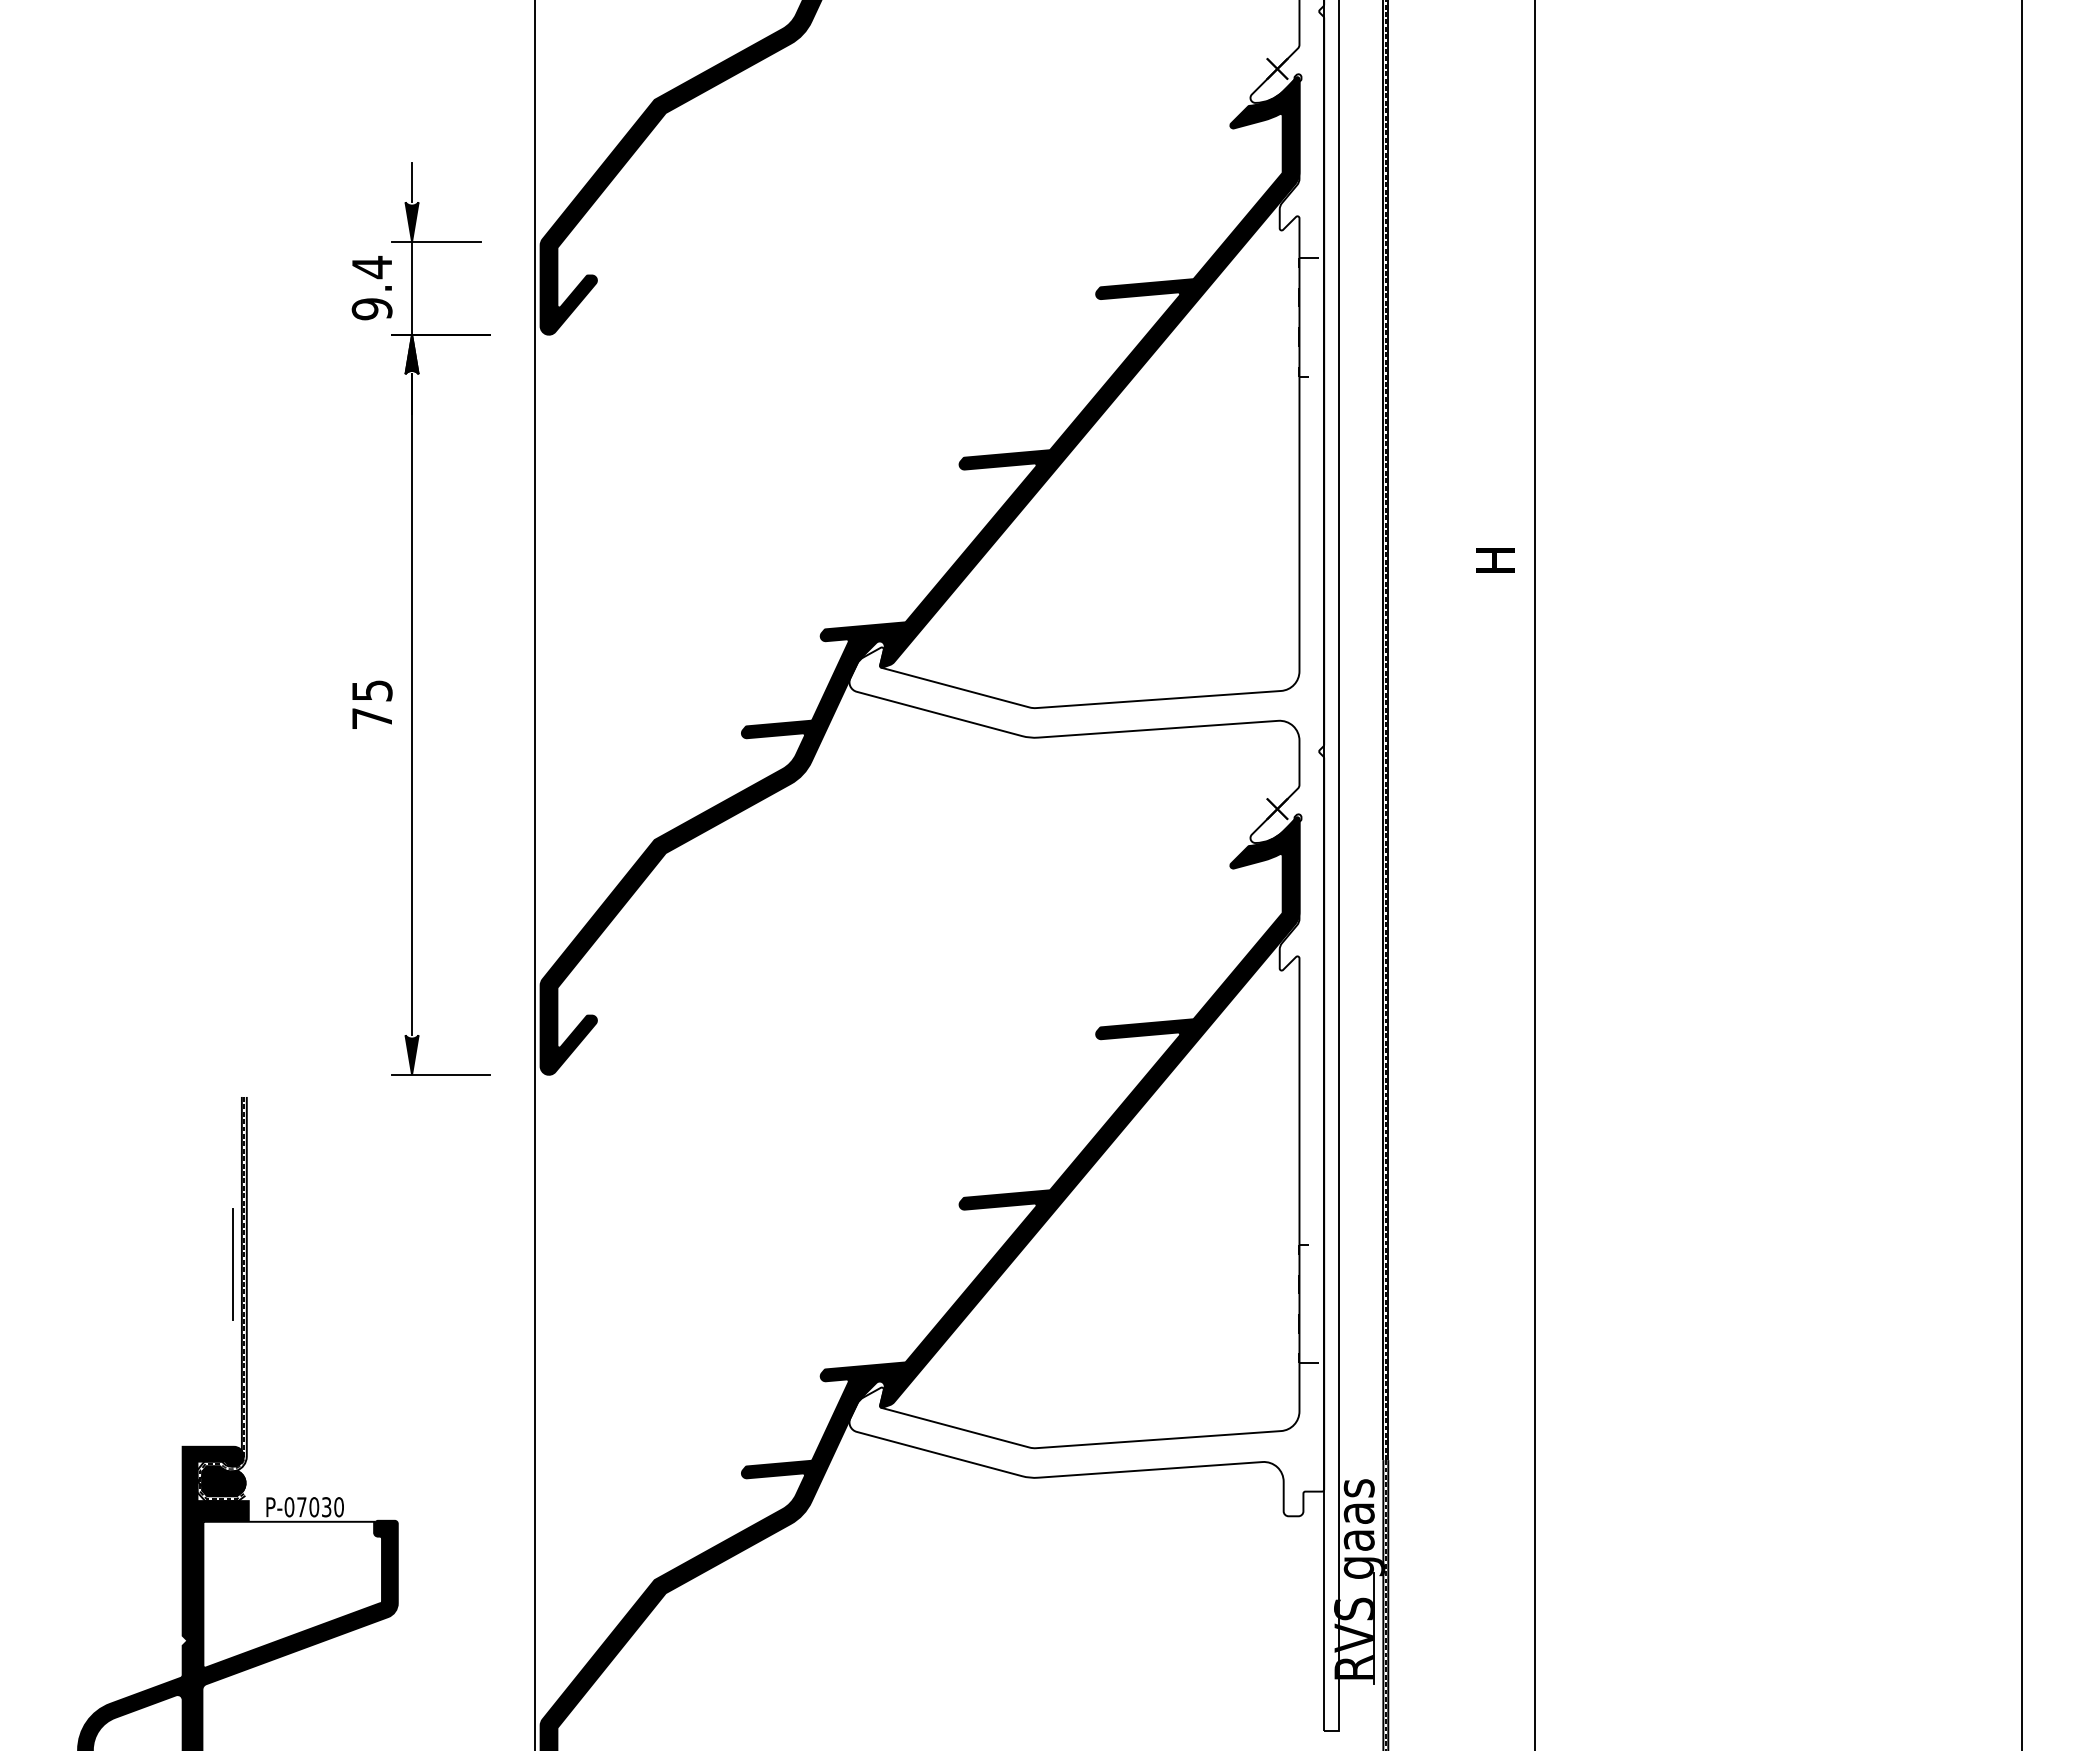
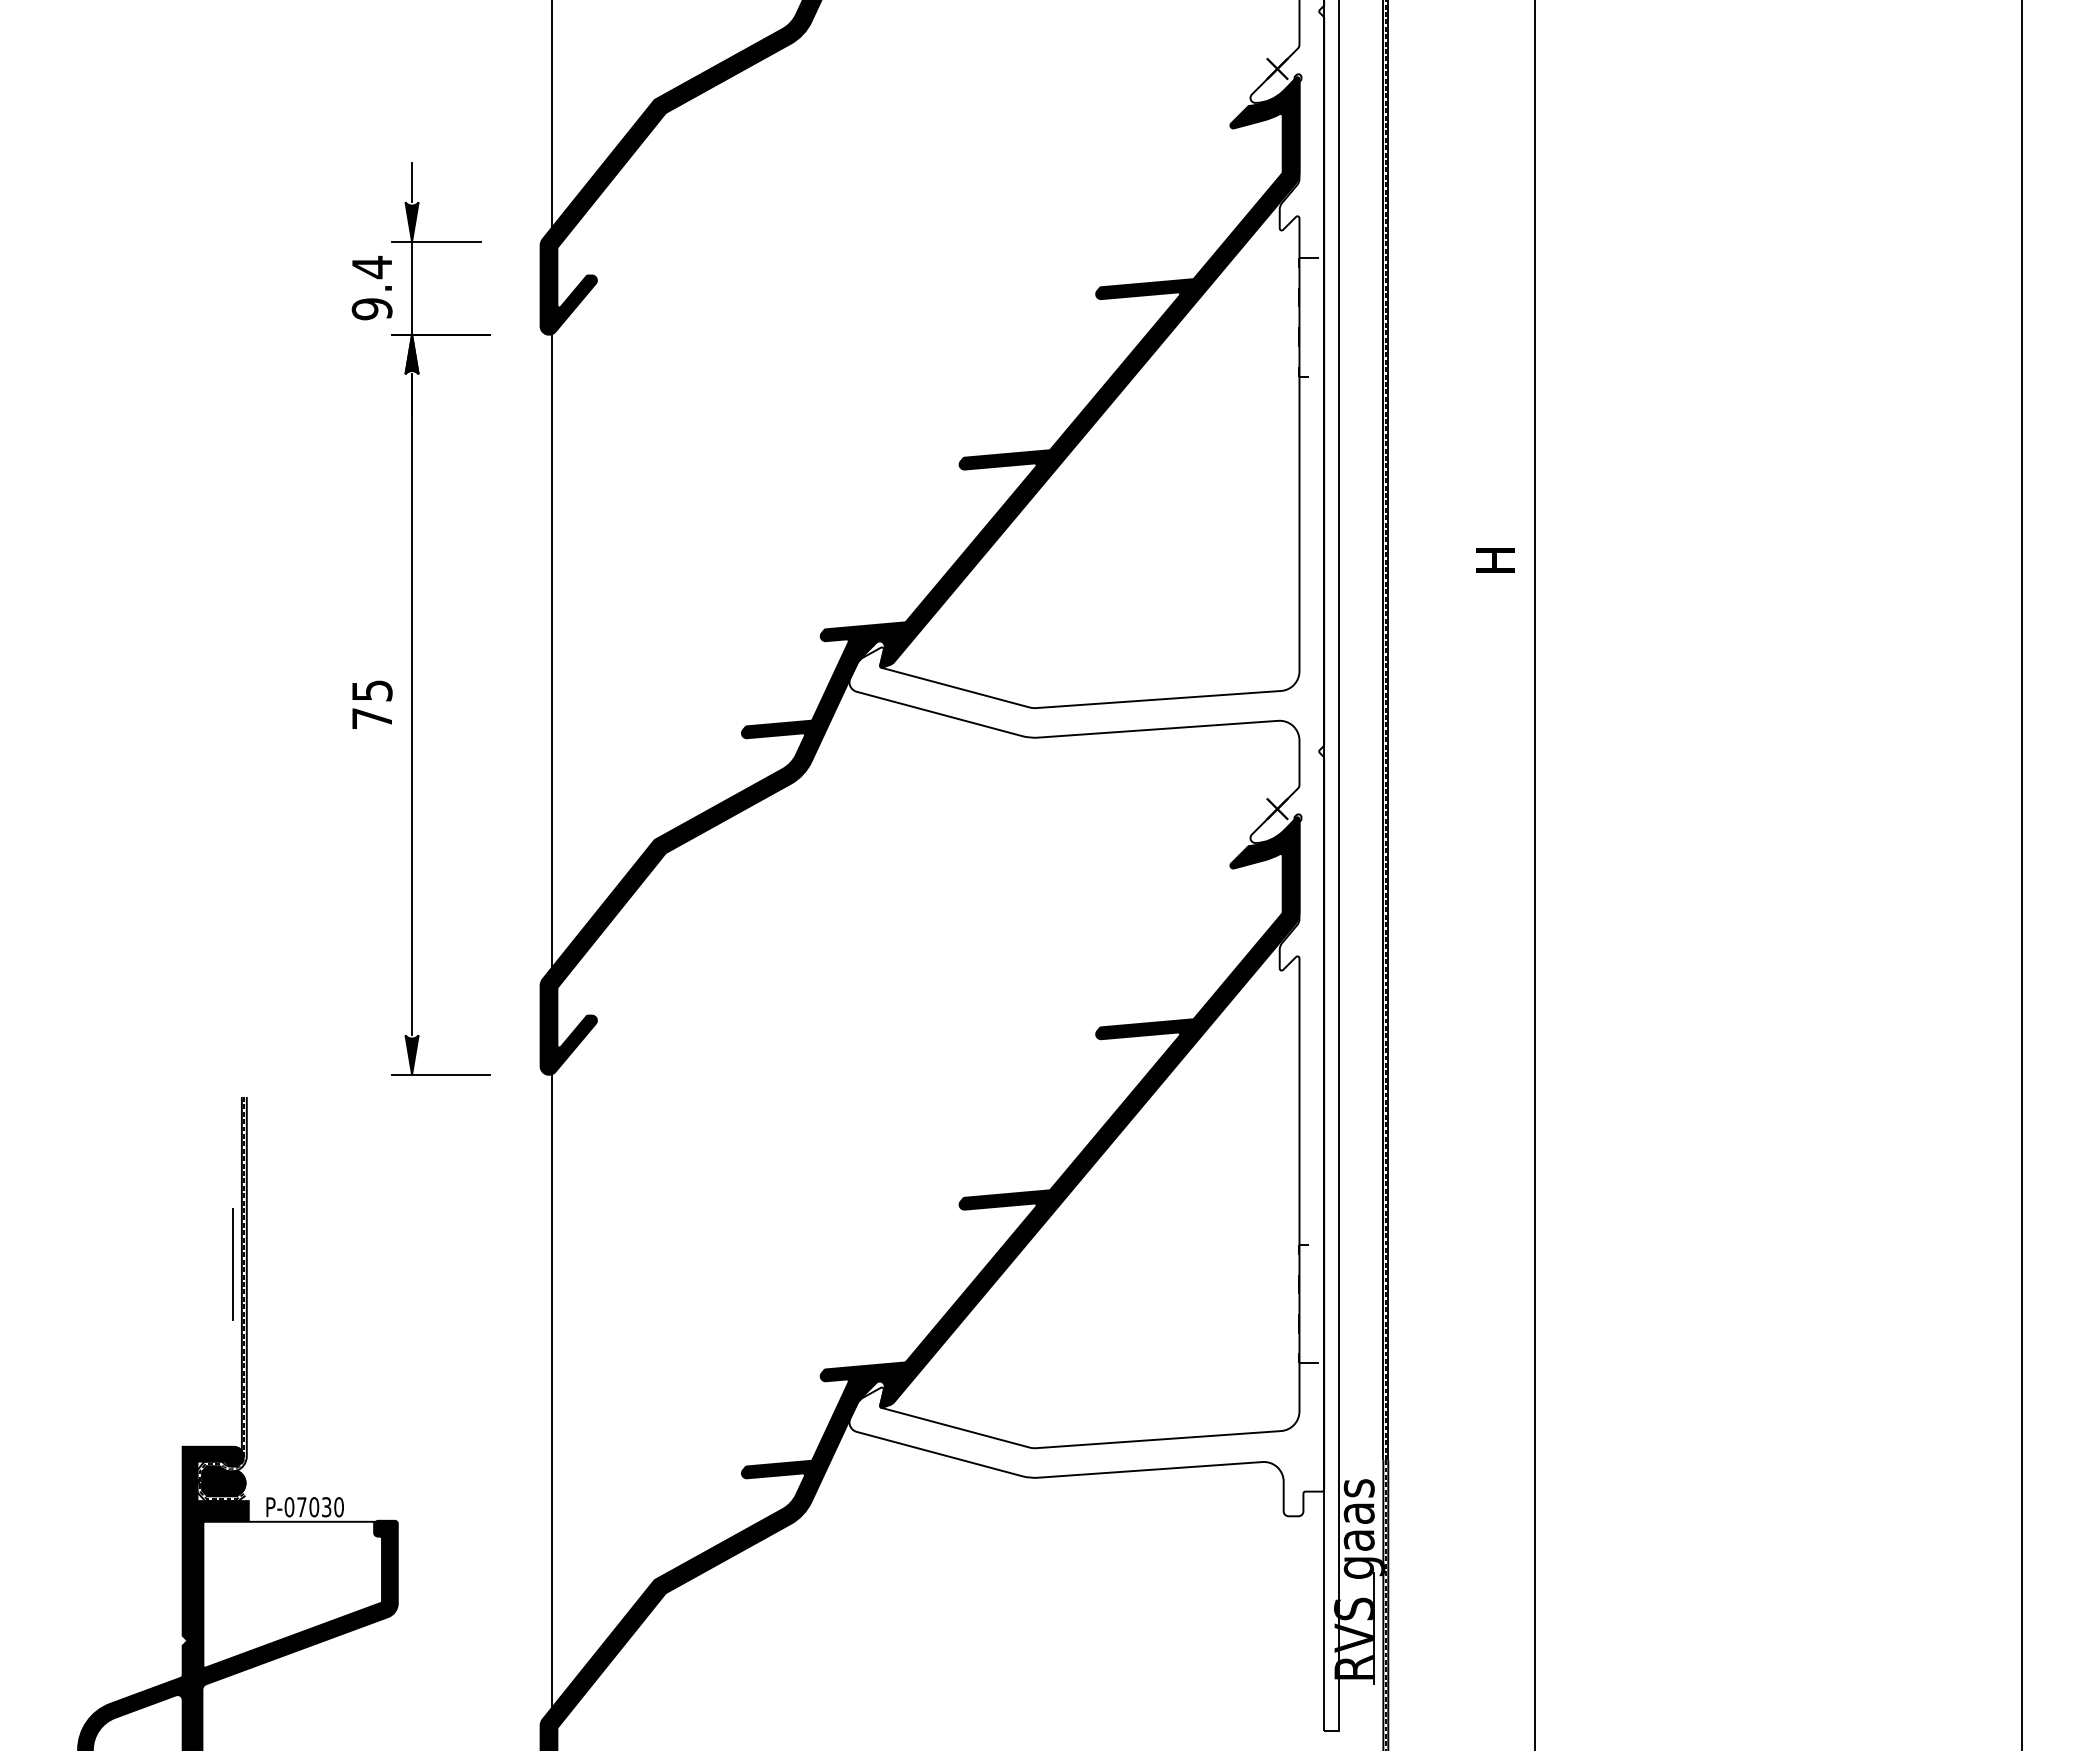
line at (534, 874) position: (534, 874) -> (551, 874)
